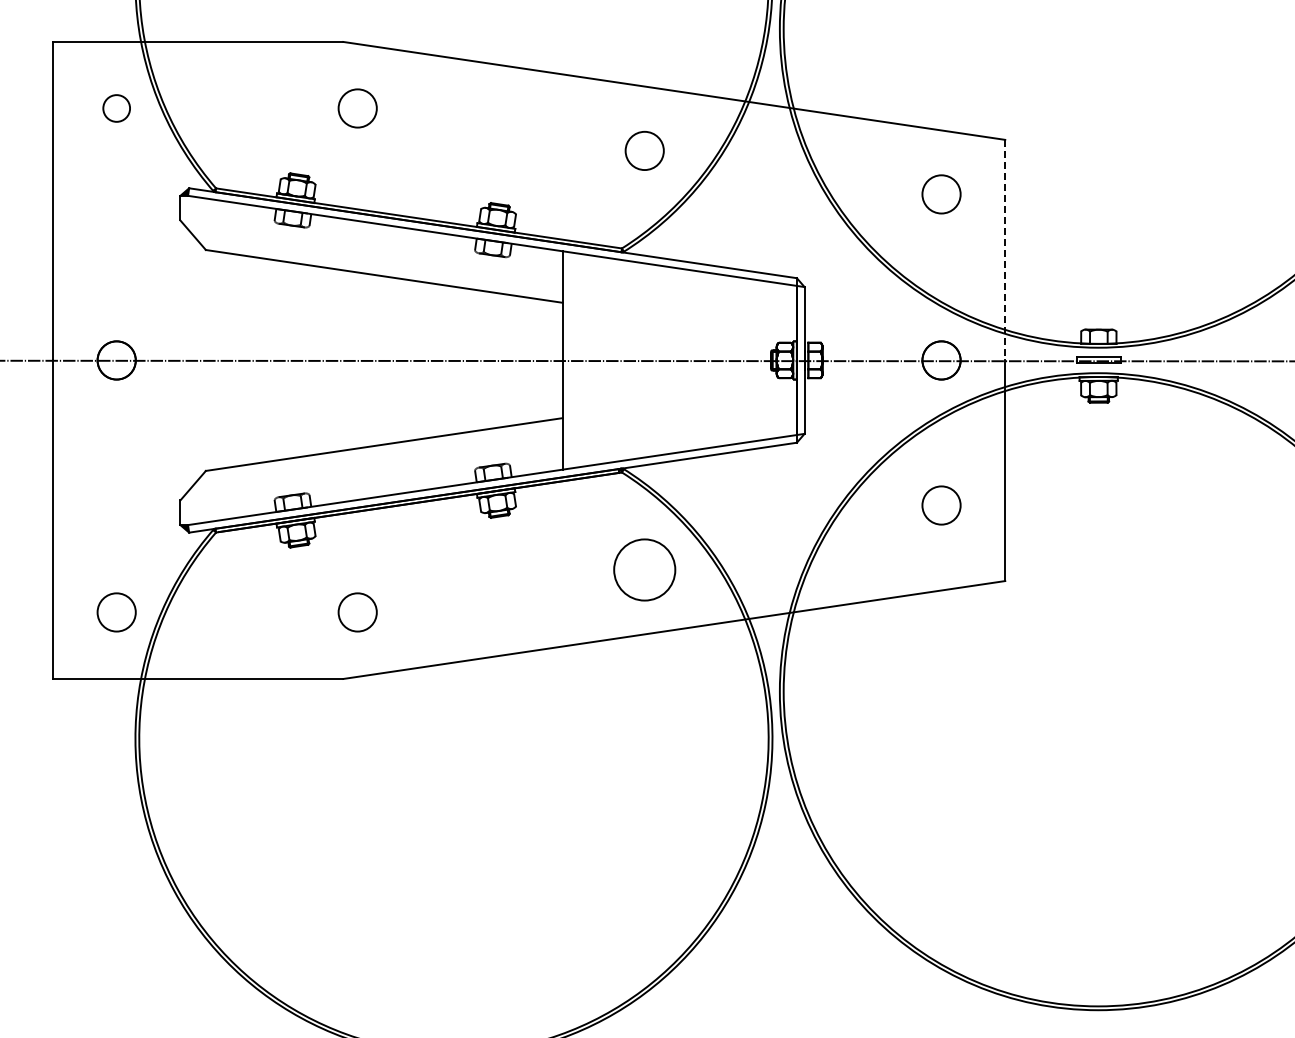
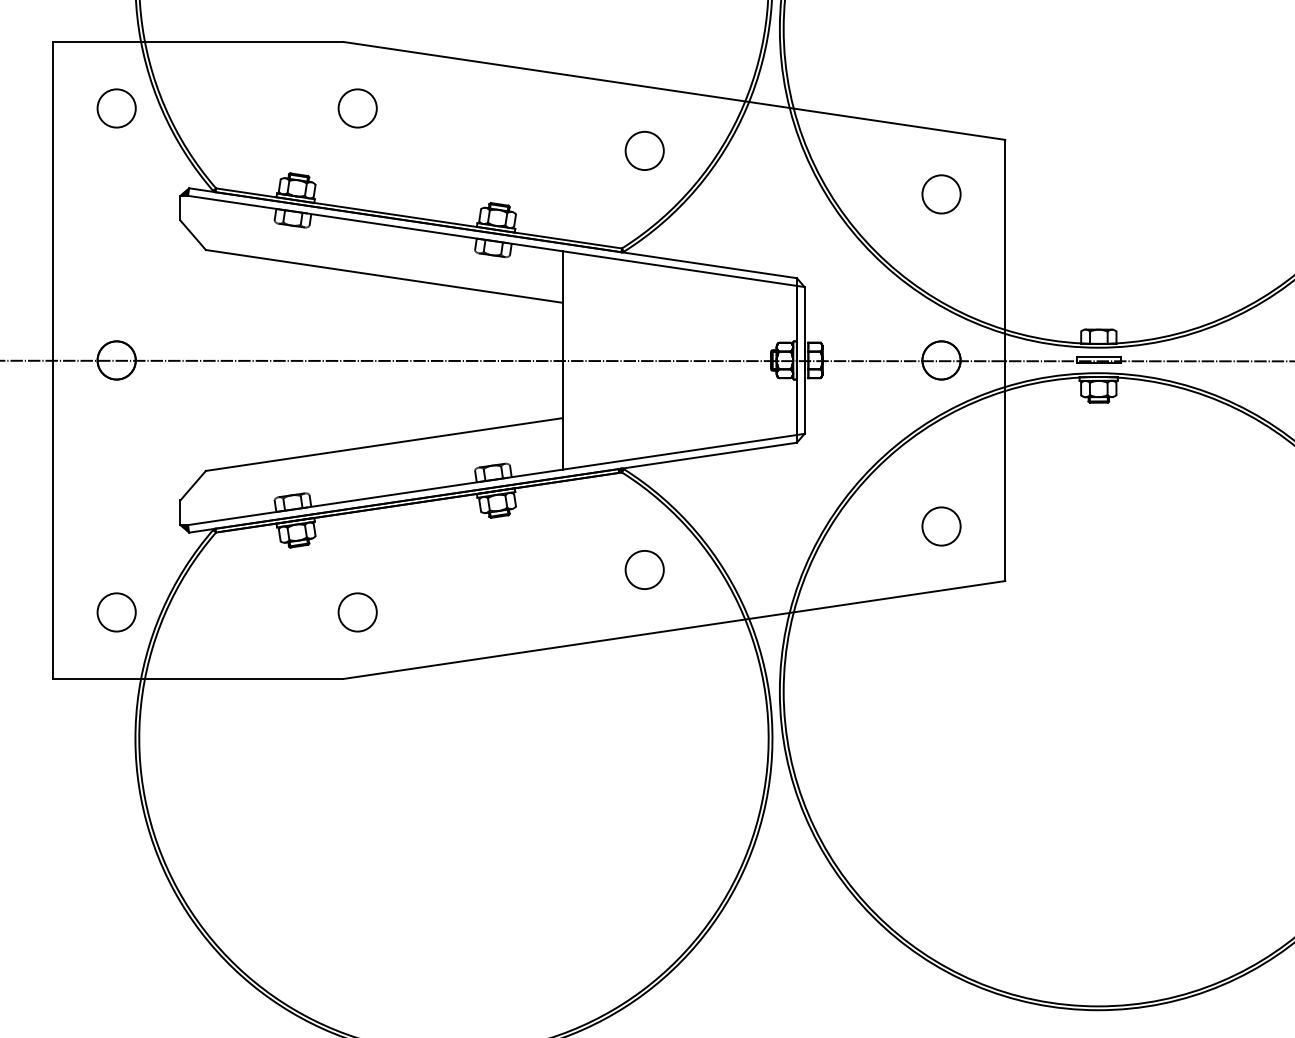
circle at (116, 108) diameter: 27 px -> 38 px
line at (1005, 250): dashed -> solid
circle at (941, 505) position: (941, 505) -> (941, 526)
circle at (644, 569) diameter: 61 px -> 38 px
